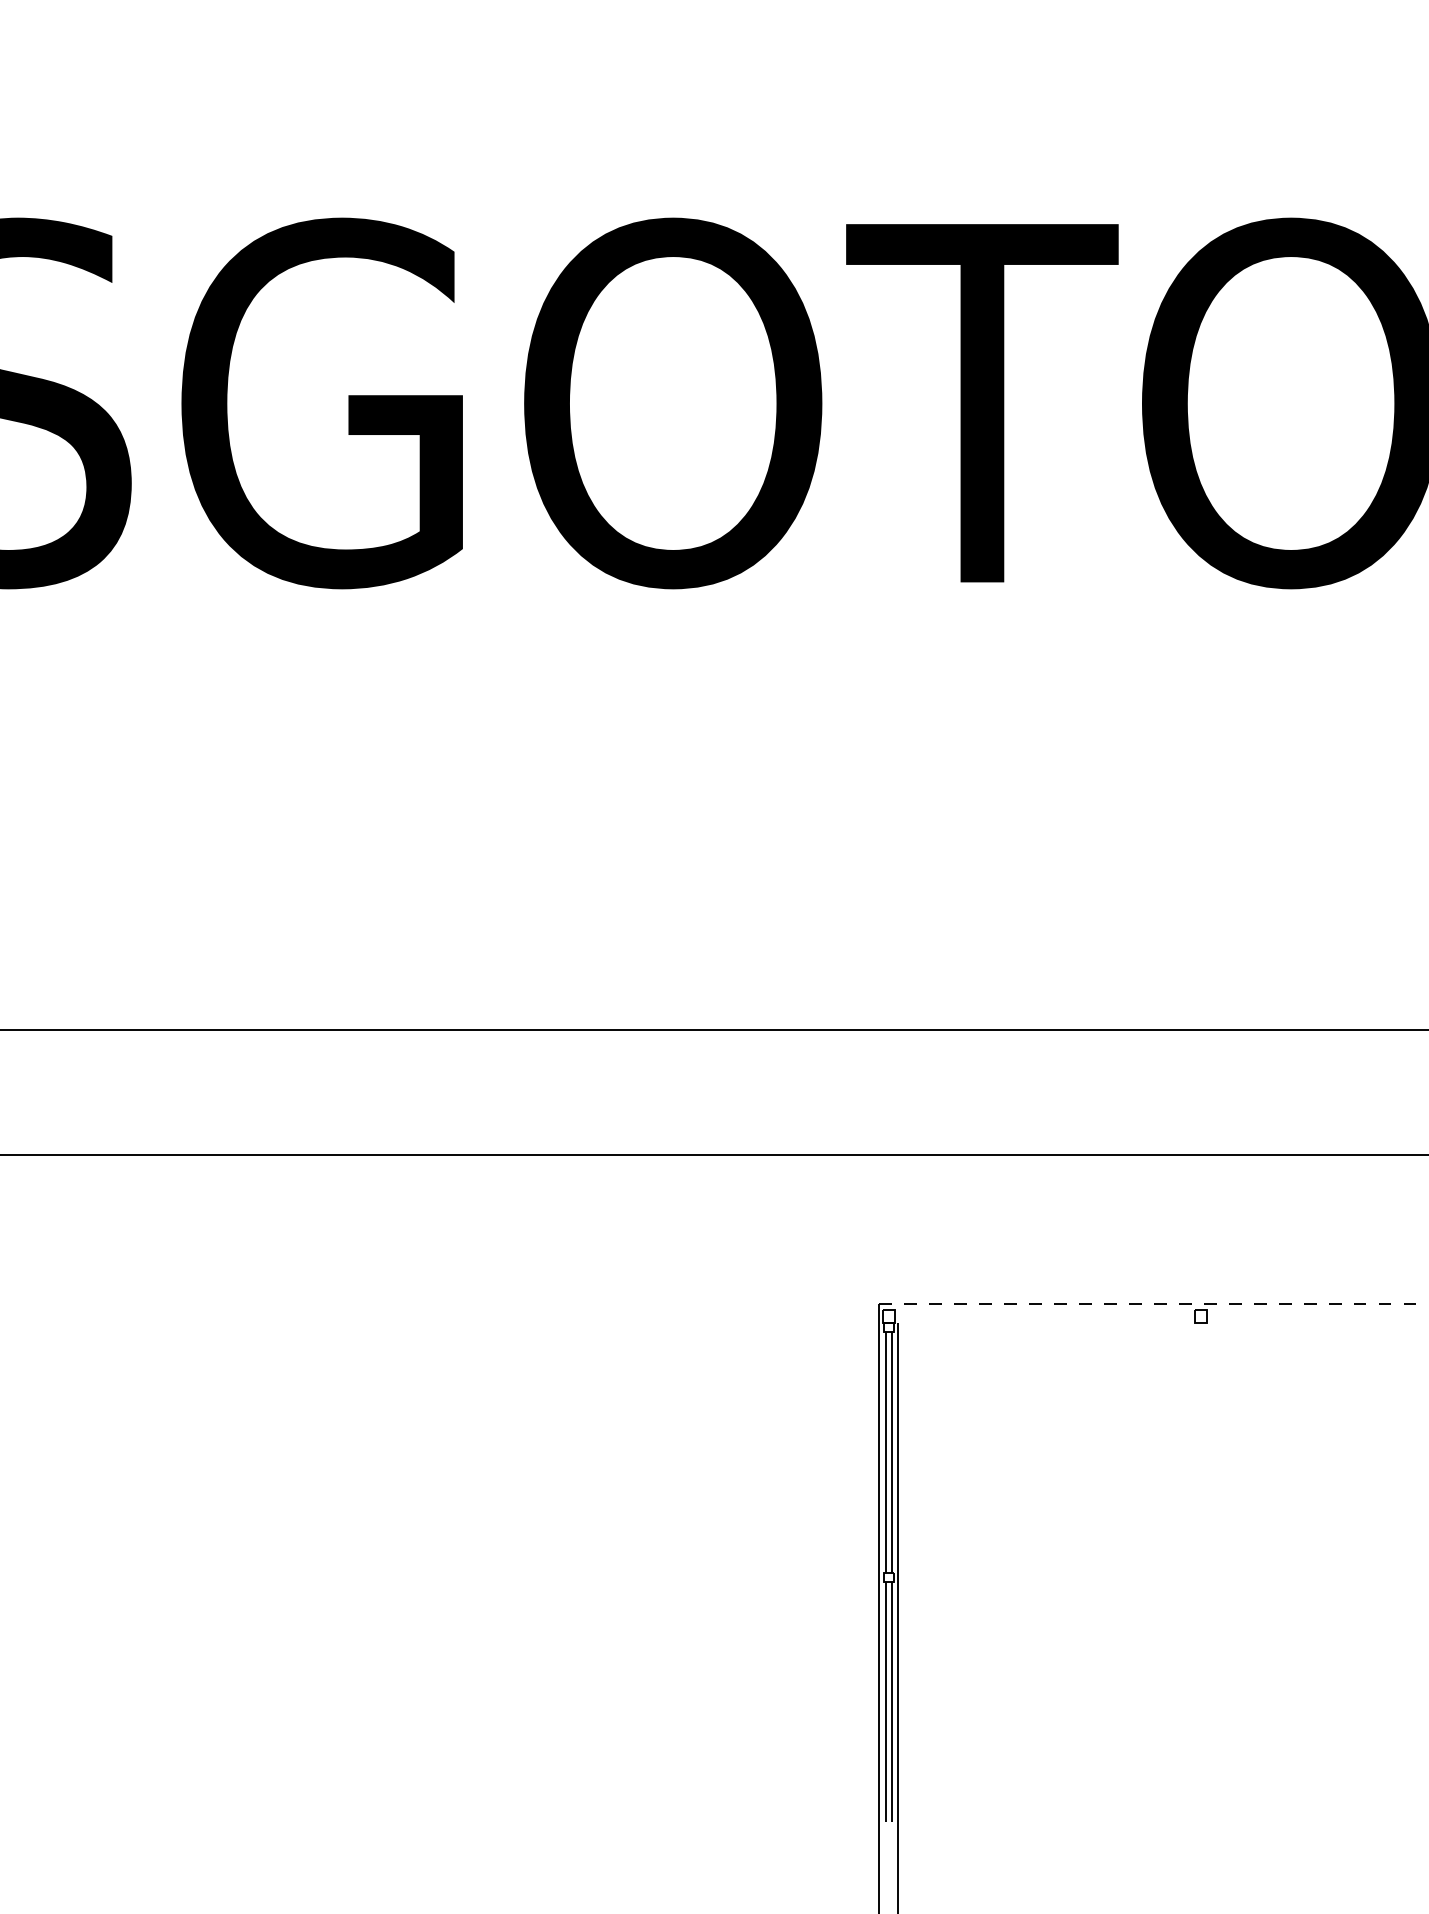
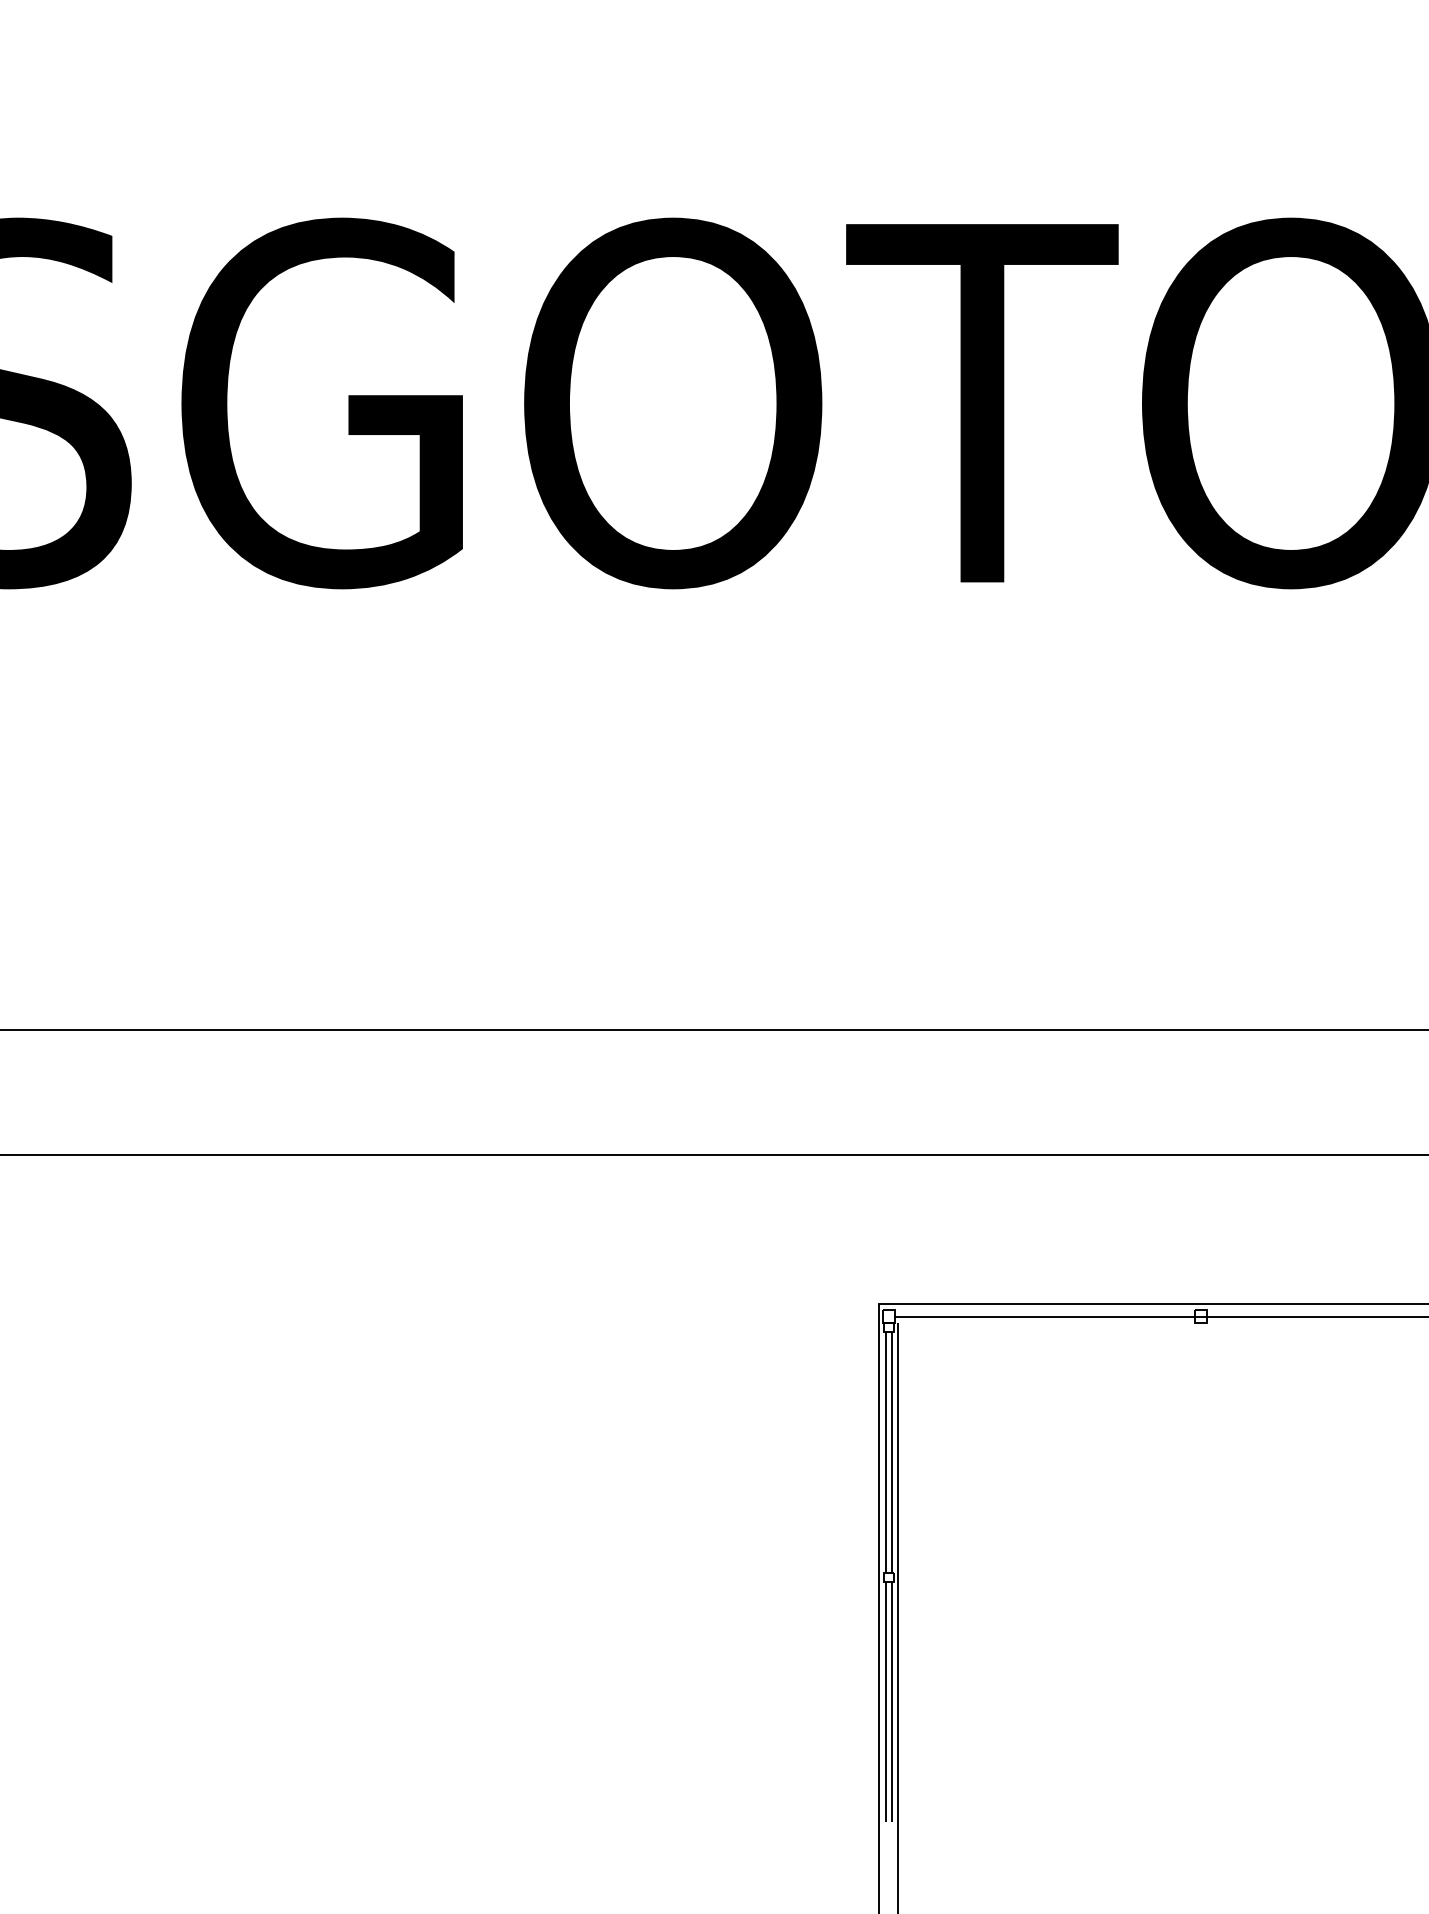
line at (1154, 1304): dashed -> solid
line at (1160, 1316): none -> present
